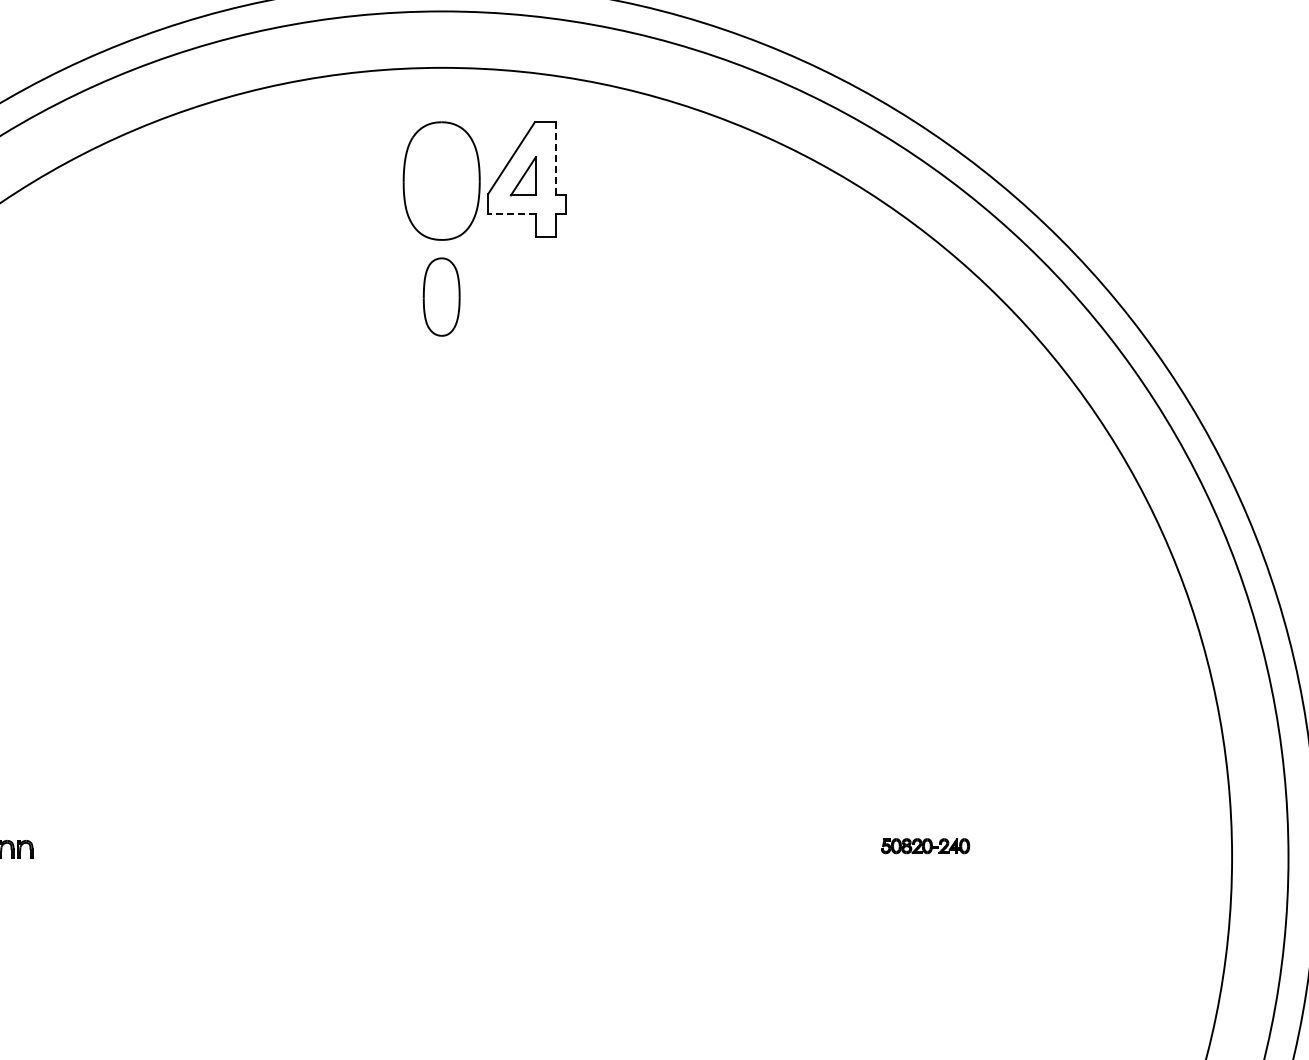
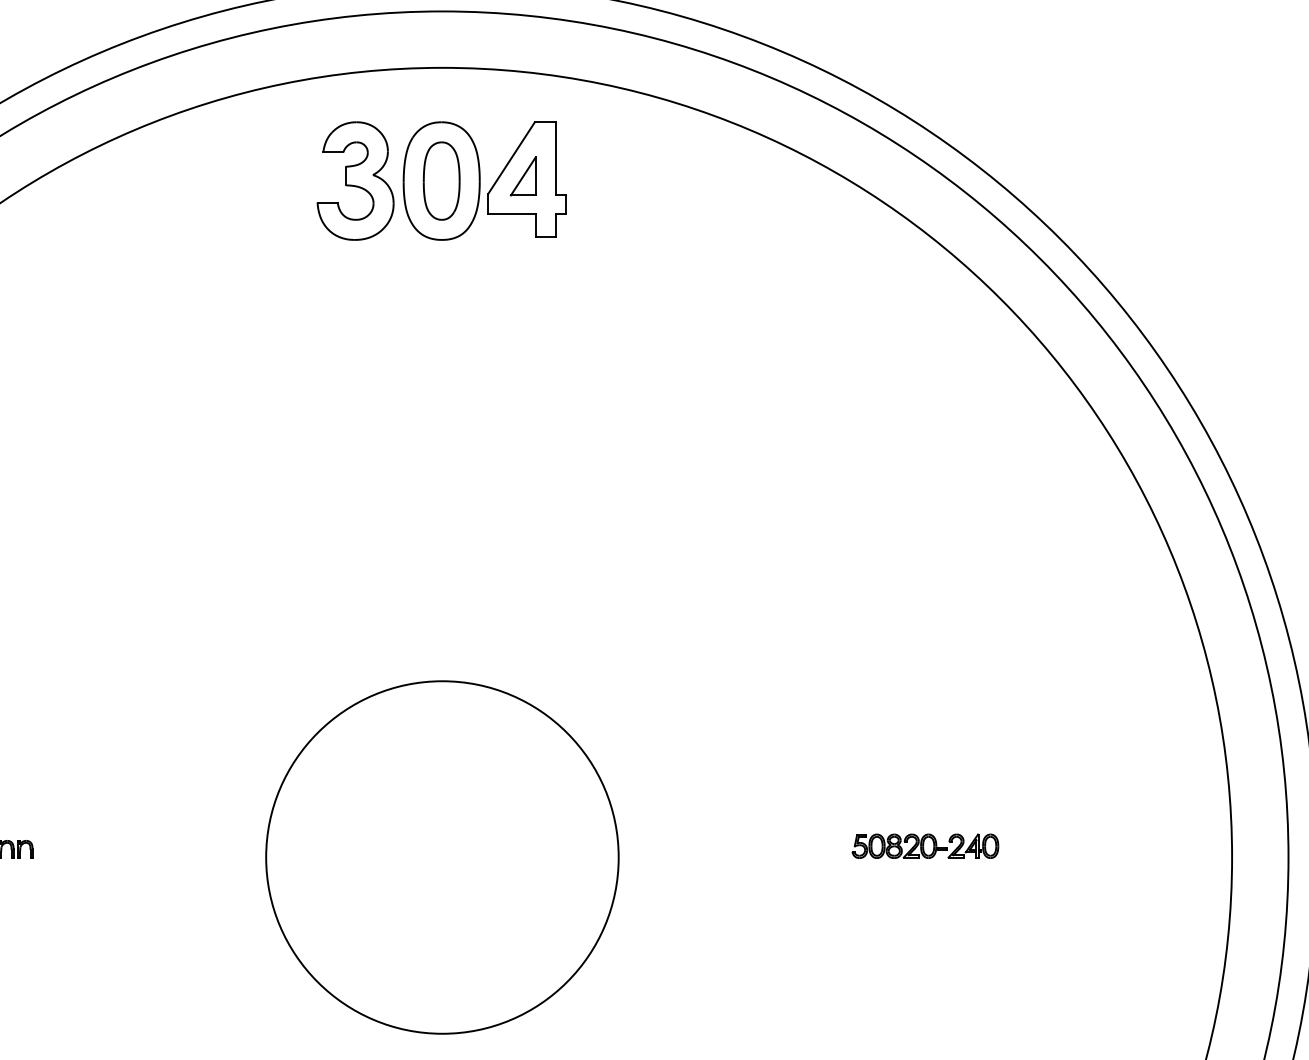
line at (555, 158): dashed -> solid
part at (355, 180): none -> present
line at (512, 214): dashed -> solid
part at (441, 296) position: (441, 296) -> (441, 180)
part at (925, 846) size: 90x17 px -> 149x26 px
circle at (442, 857): none -> present
